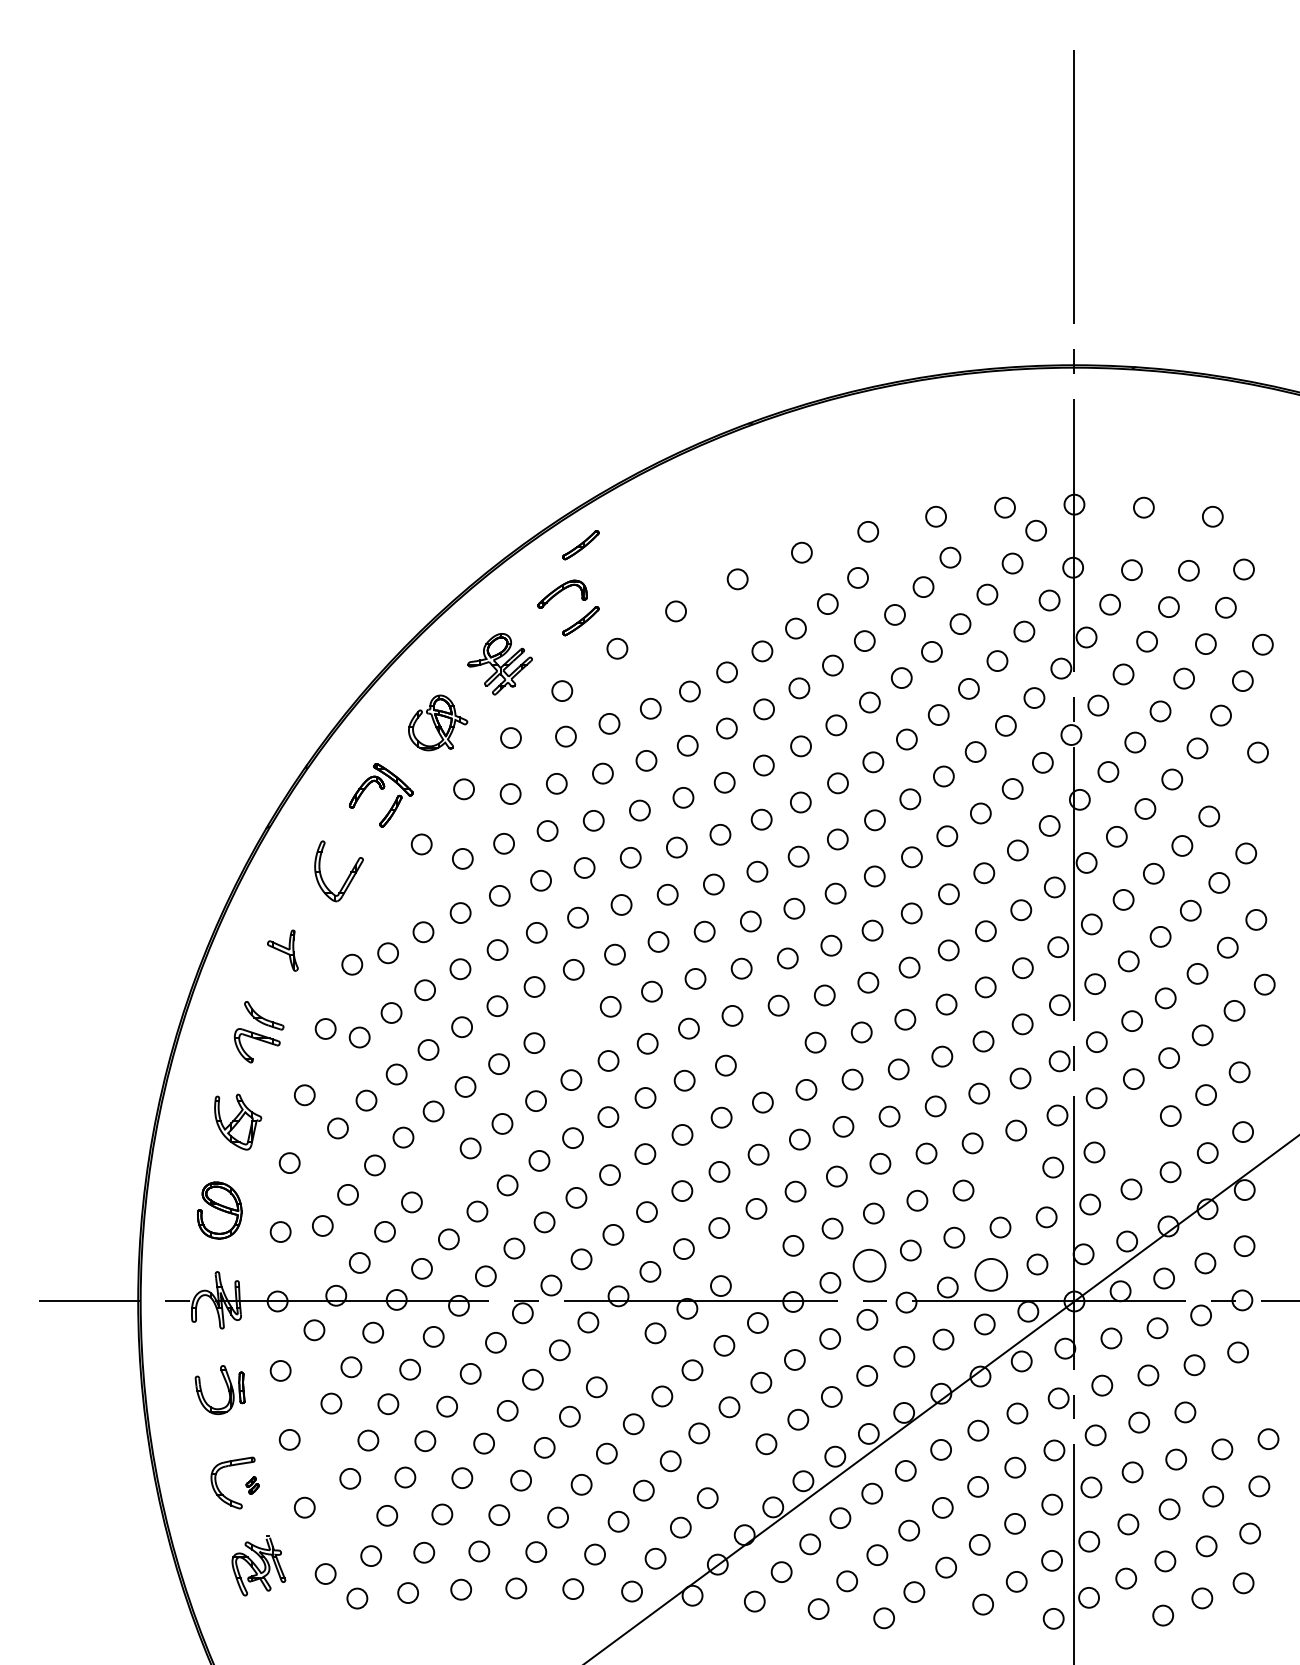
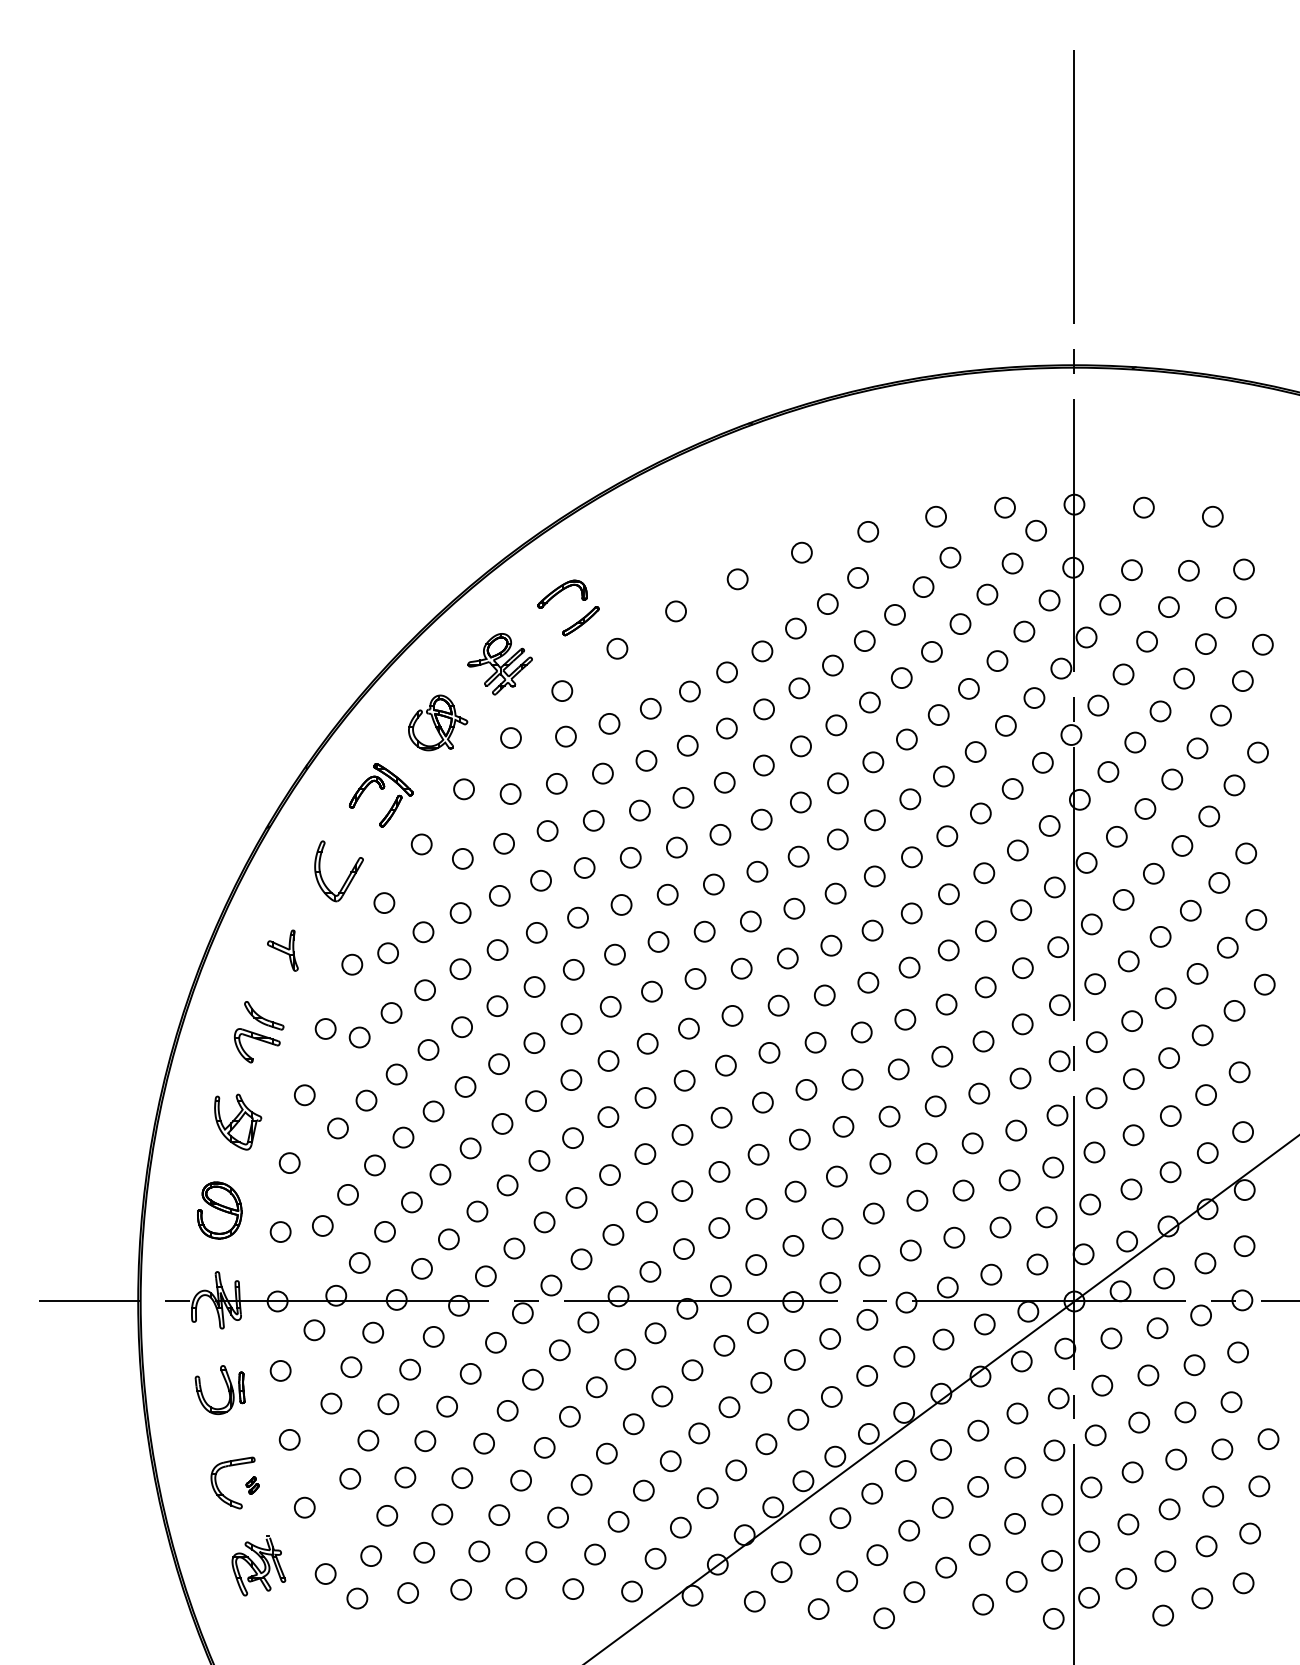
part at (580, 545): present -> none
circle at (1234, 785): none -> present
circle at (384, 902): none -> present
circle at (571, 1023): none -> present
circle at (769, 1052): none -> present
circle at (1133, 1135): none -> present
circle at (440, 1174): none -> present
circle at (1009, 1180): none -> present
circle at (756, 1264): none -> present
circle at (869, 1265) size: 35x35 px -> 23x23 px
circle at (991, 1274) size: 35x34 px -> 23x23 px
circle at (625, 1359): none -> present
circle at (1231, 1402): none -> present
circle at (736, 1470): none -> present
